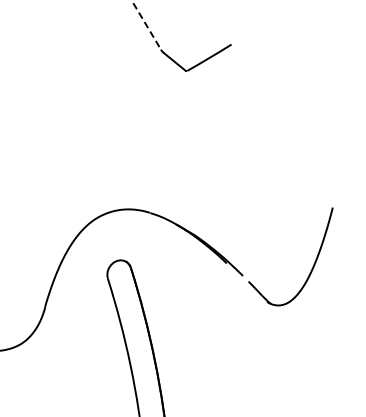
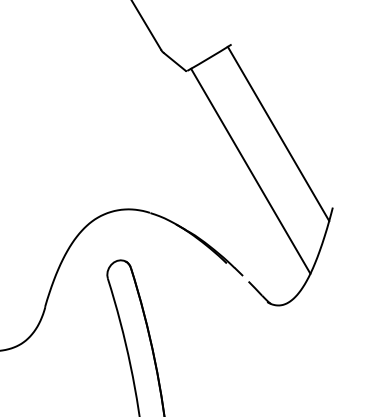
line at (146, 24): dashed -> solid
line at (278, 133): none -> present
line at (250, 170): none -> present
